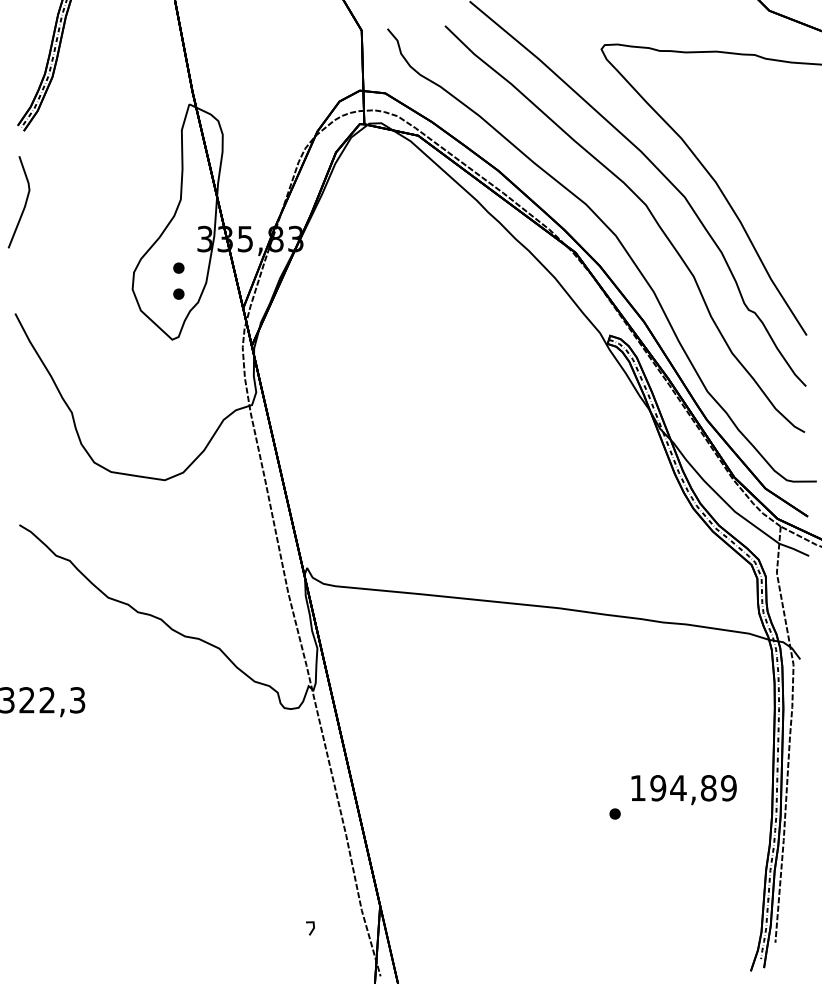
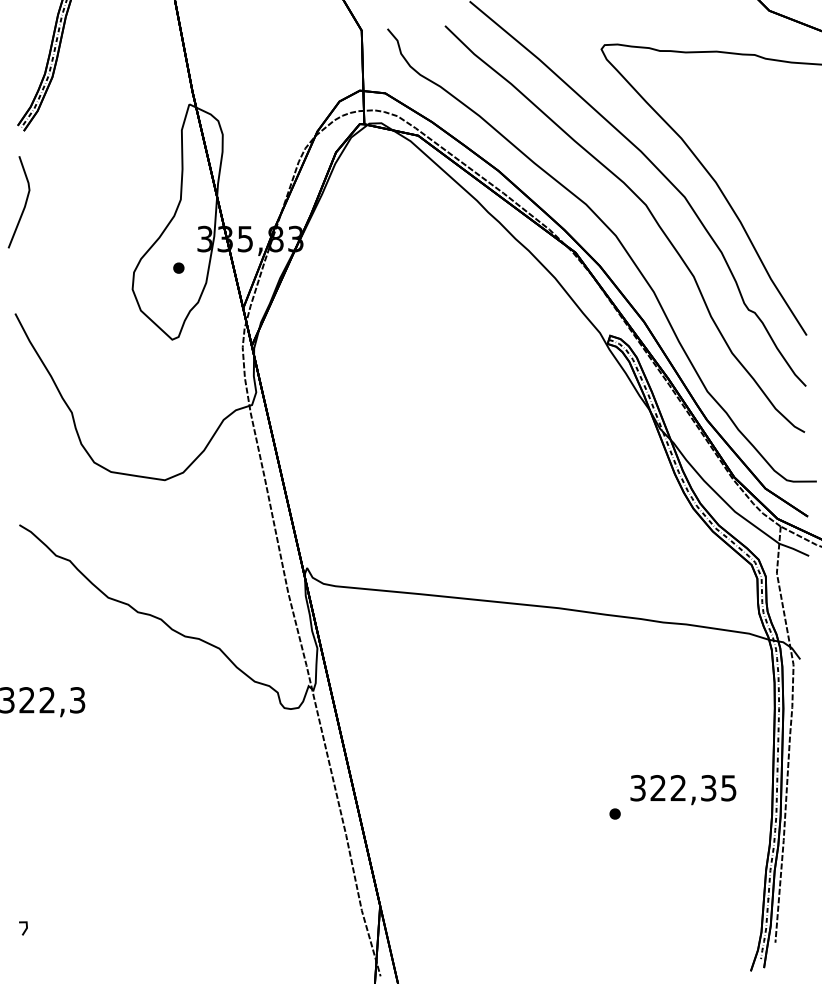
part at (178, 293): present -> none
text at (683, 788): 194,89 -> 322,35
line at (312, 928) position: (312, 928) -> (25, 928)
